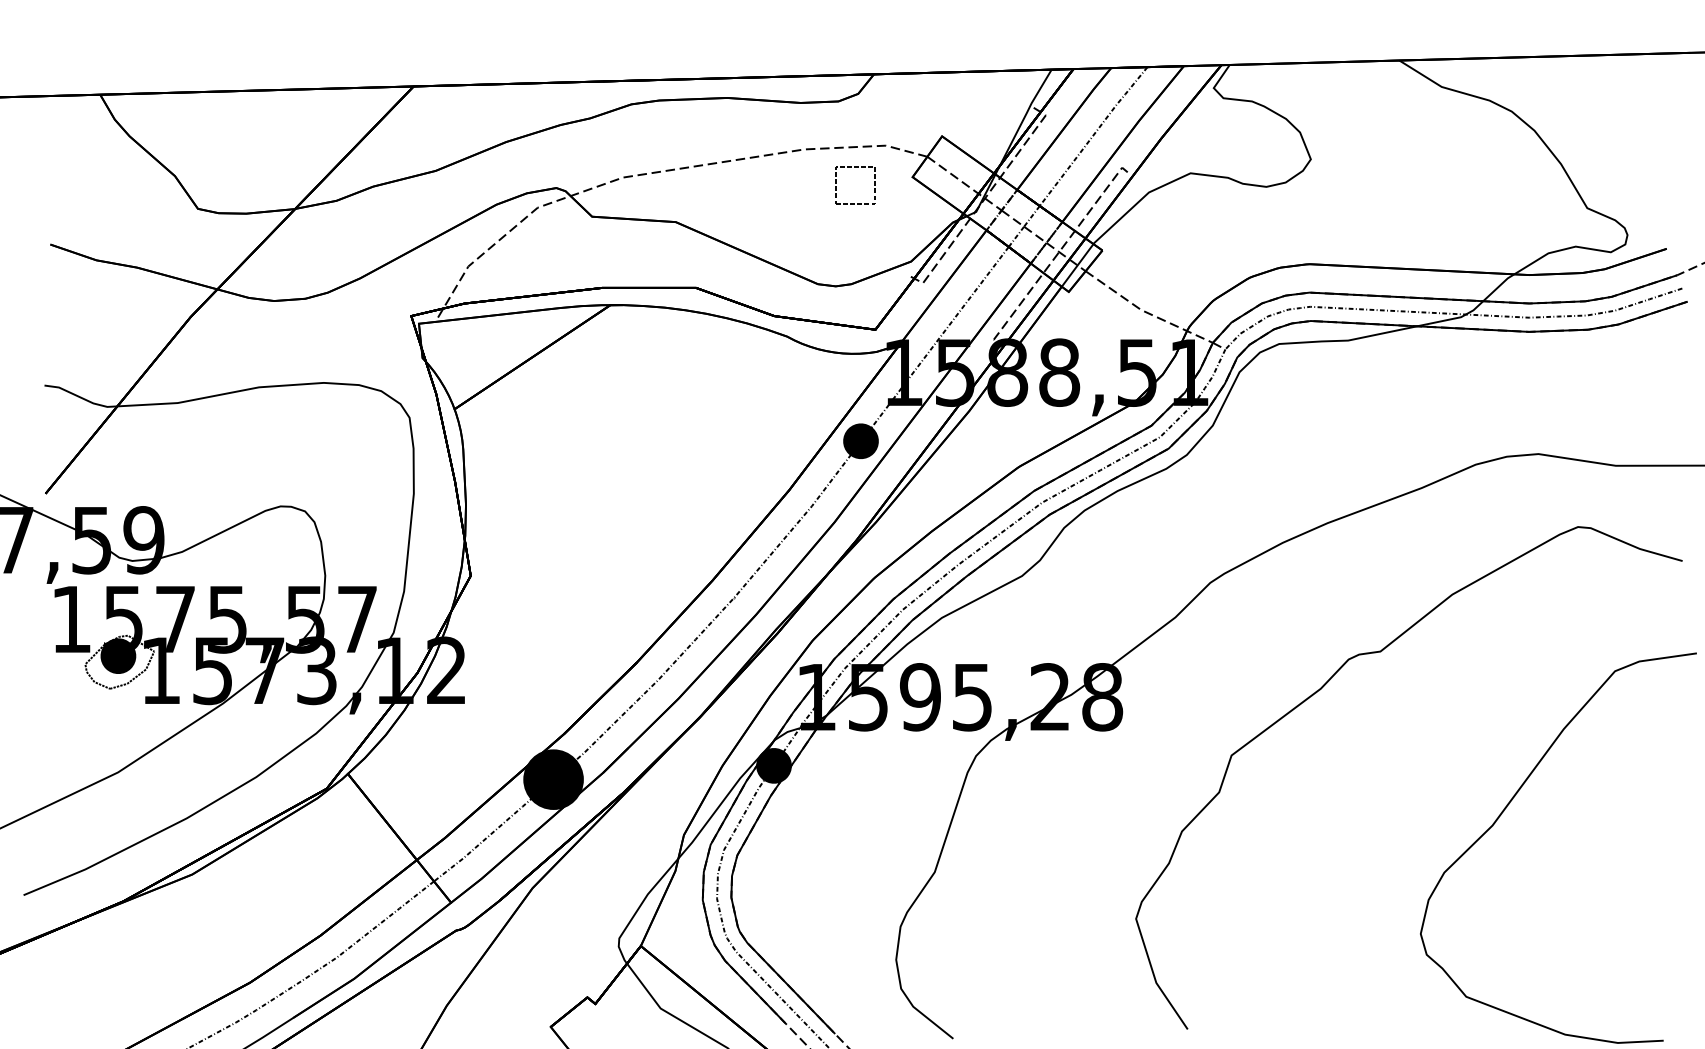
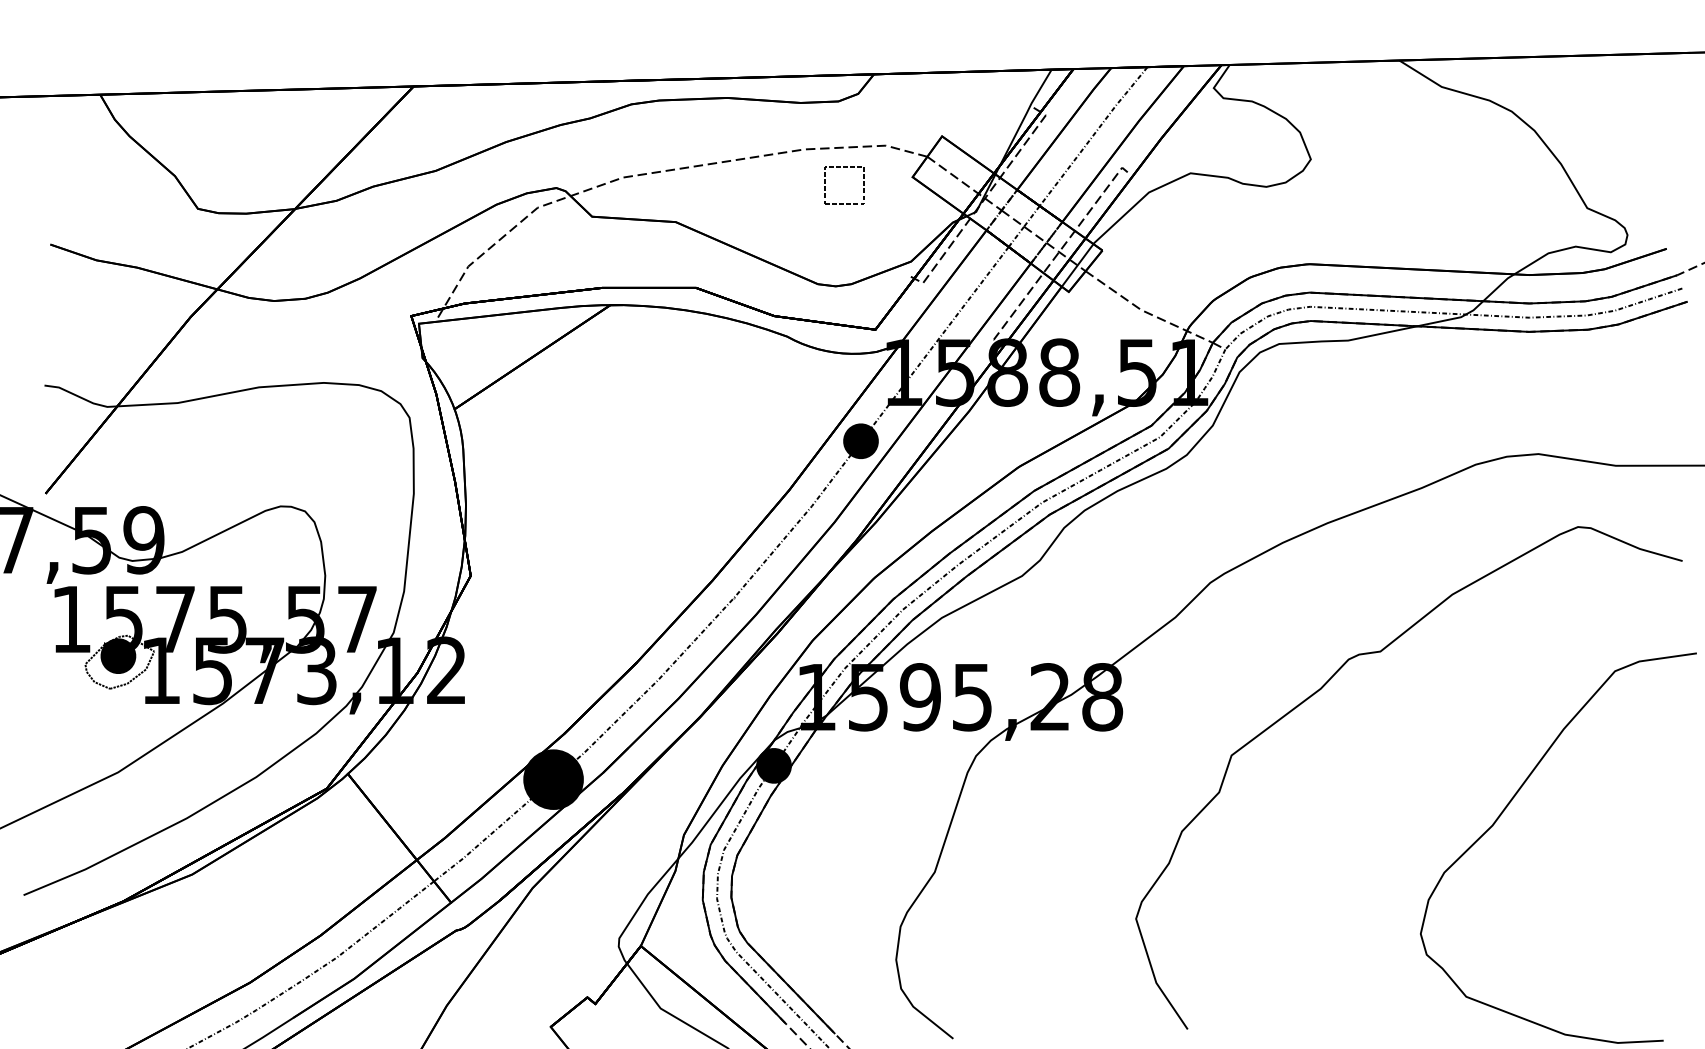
part at (855, 167) position: (855, 167) -> (844, 167)
